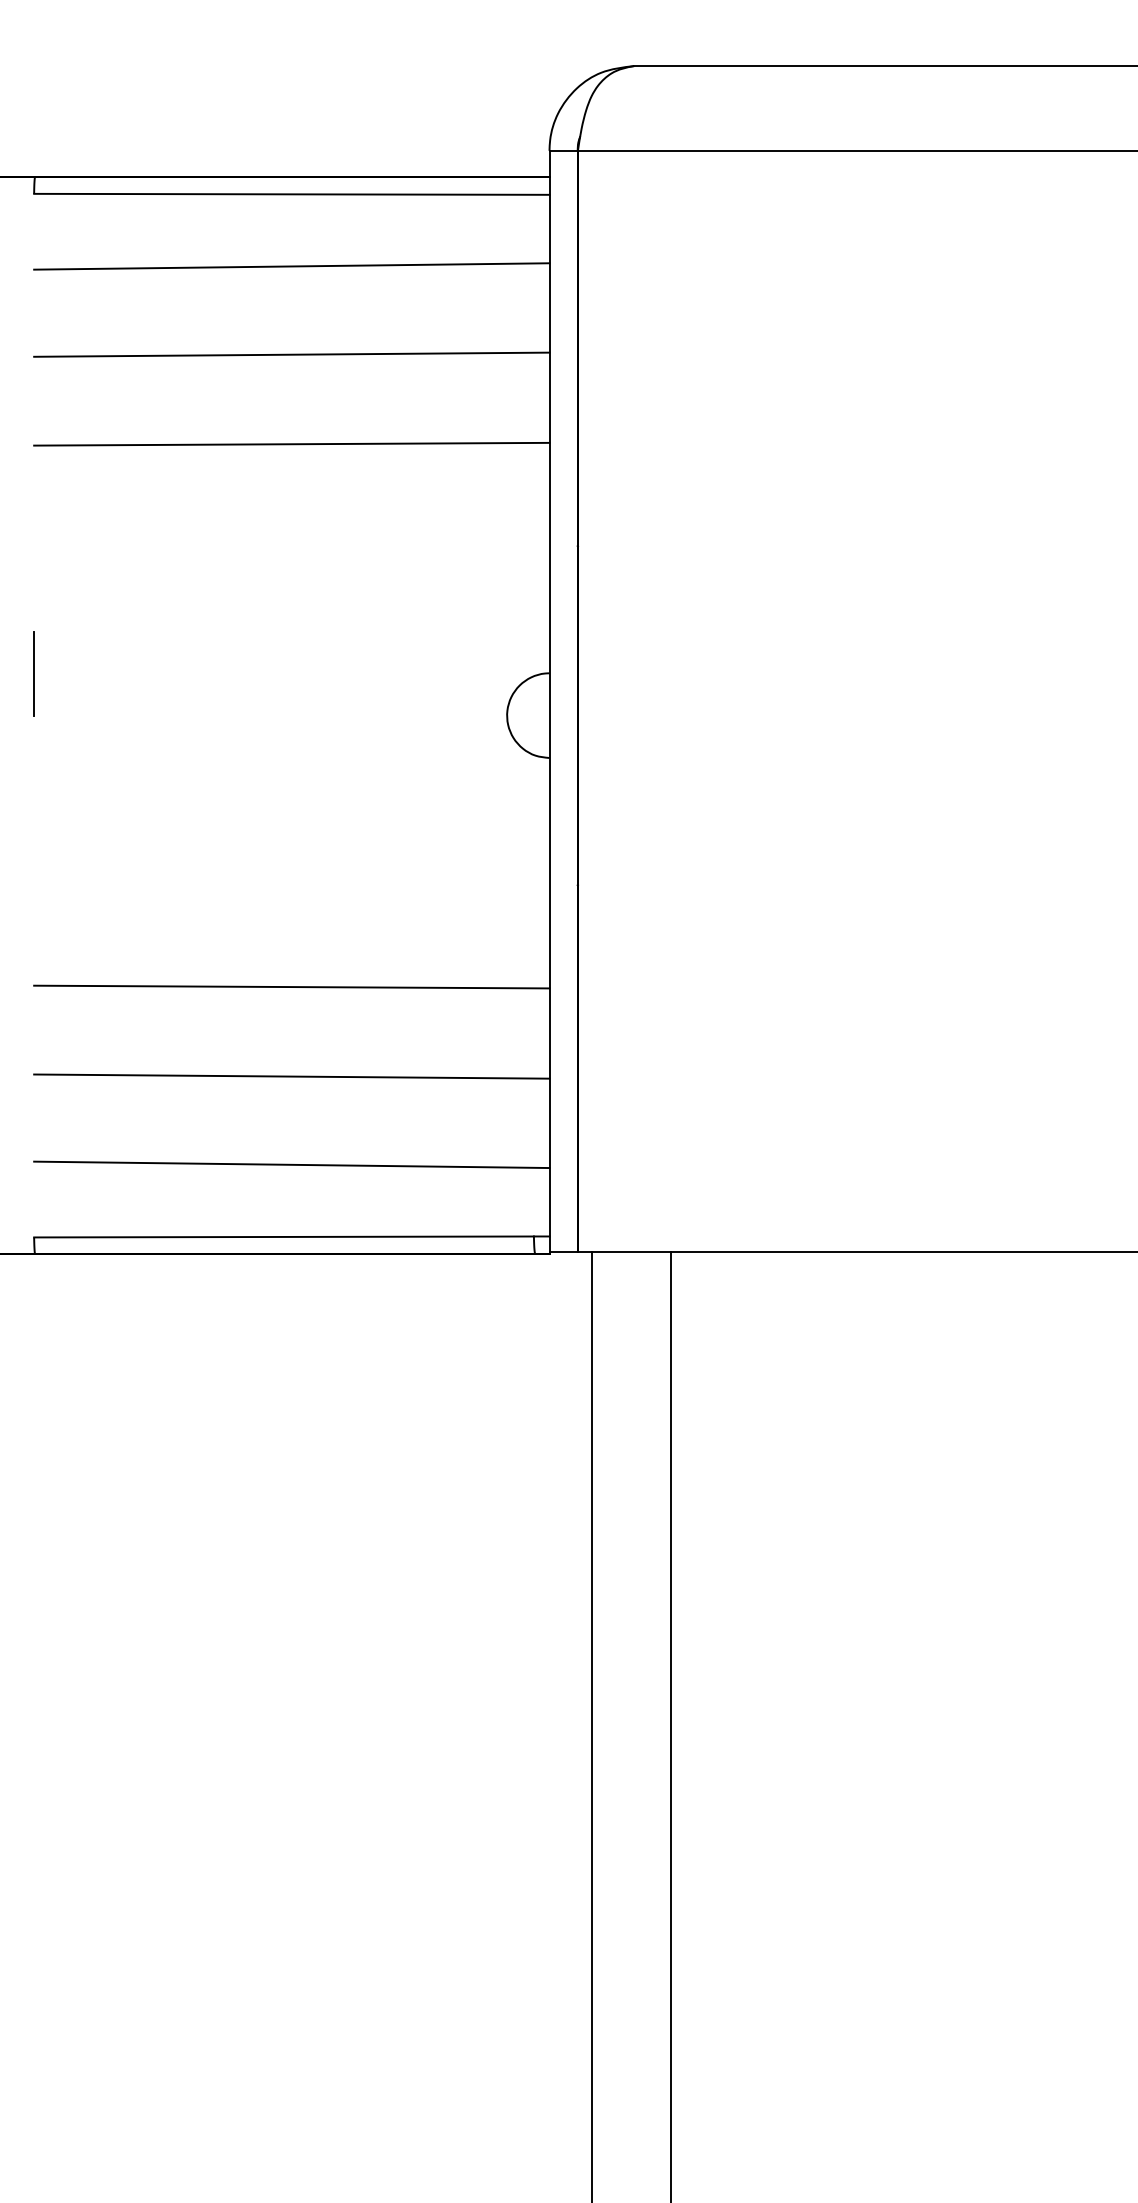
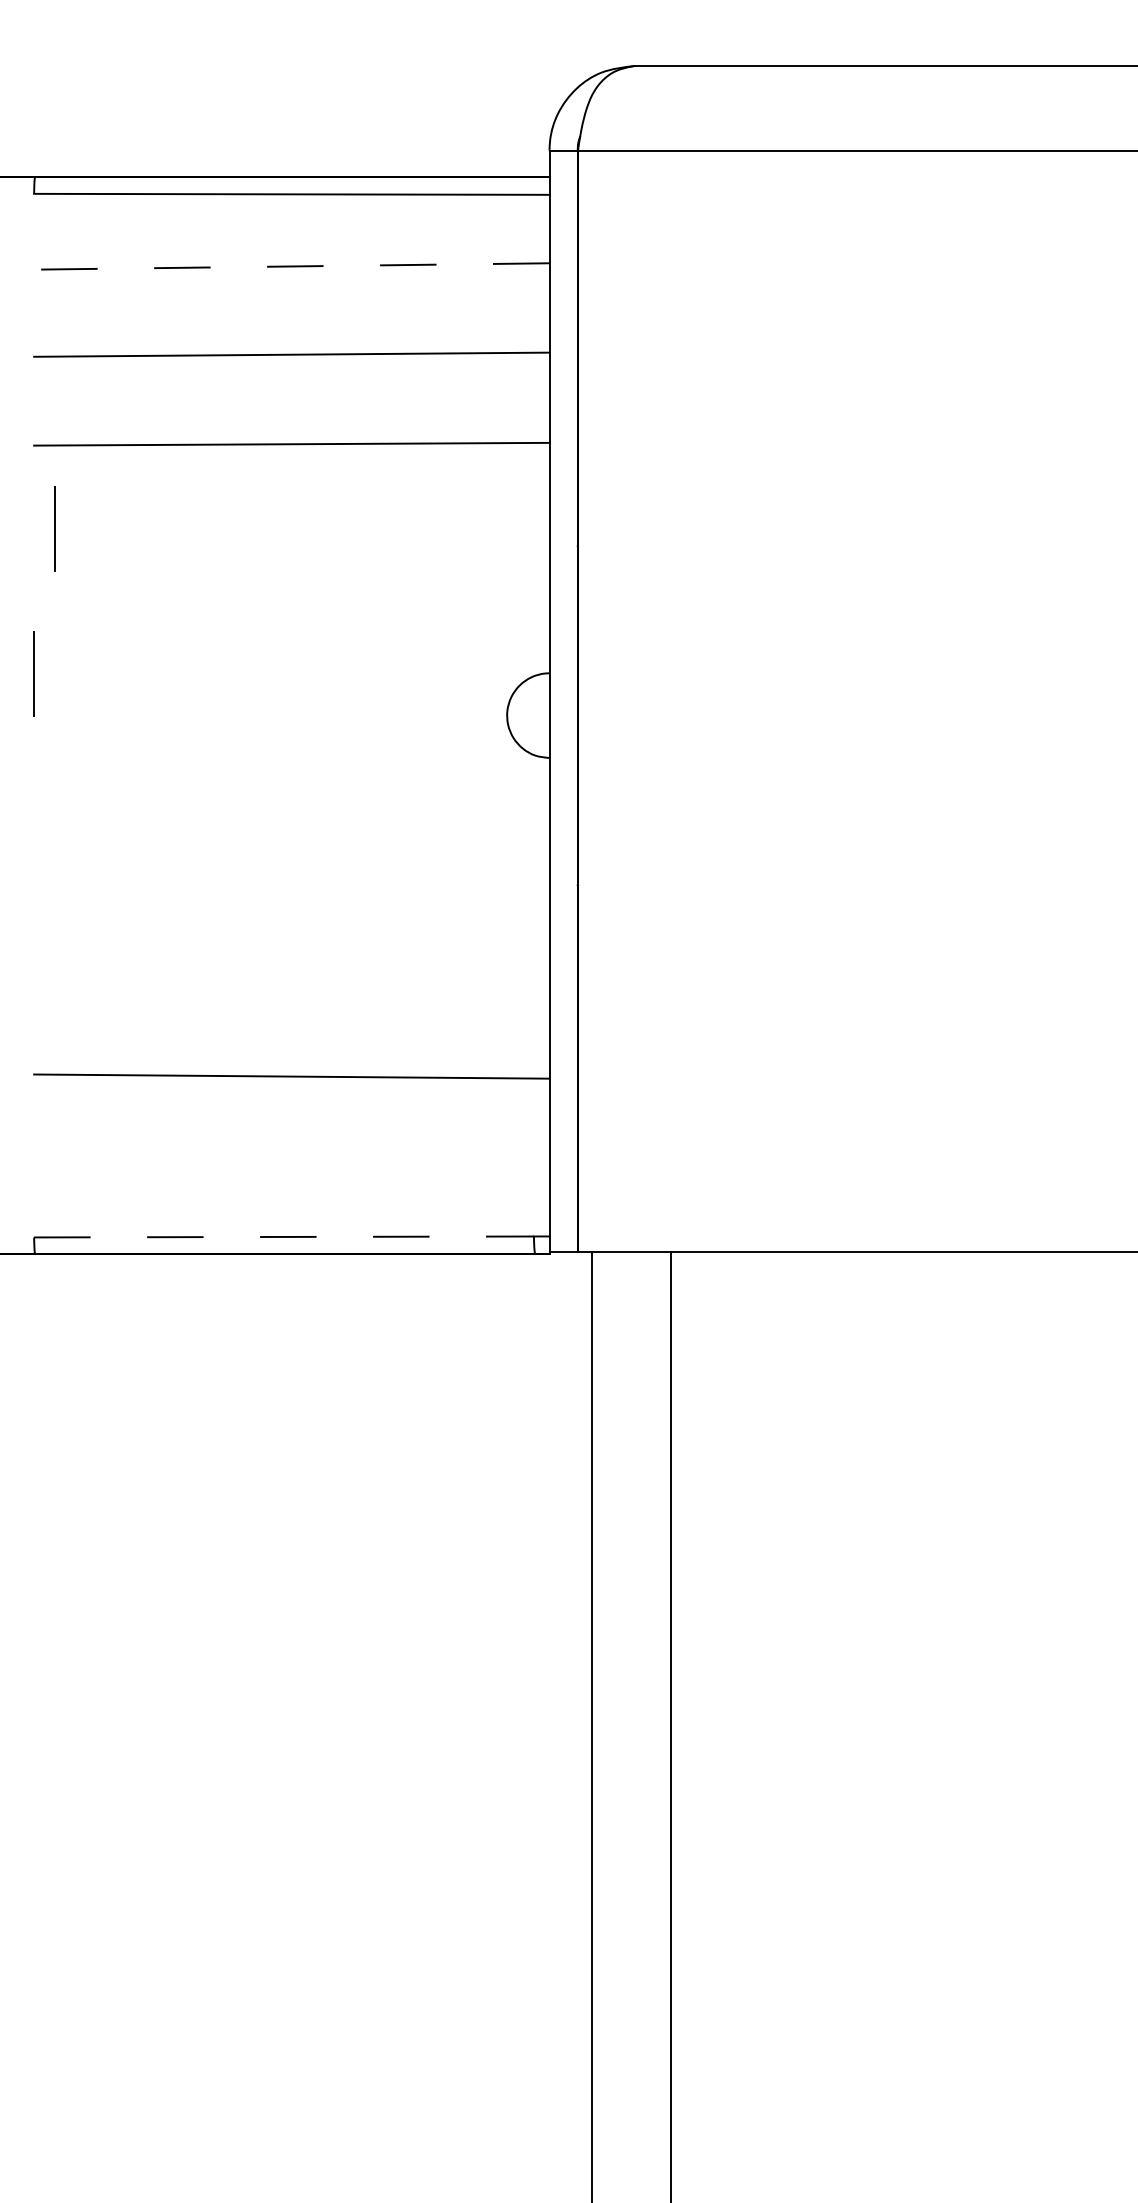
line at (291, 266): solid -> dashed
line at (54, 528): none -> present
line at (291, 986): present -> none
line at (291, 1164): present -> none
line at (284, 1236): solid -> dashed
